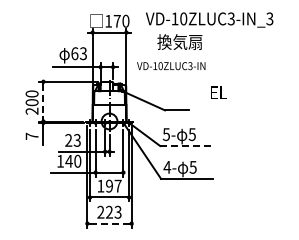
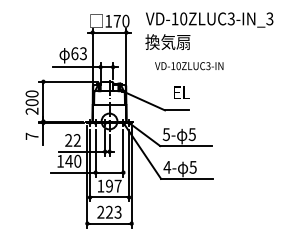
text at (179, 41) position: (179, 41) -> (167, 41)
text at (171, 66) position: (171, 66) -> (189, 66)
text at (218, 92) position: (218, 92) -> (181, 92)
line at (43, 102): dashed -> solid
text at (76, 140): 23 -> 22
line at (186, 146): dashed -> solid
line at (109, 223): dashed -> solid
